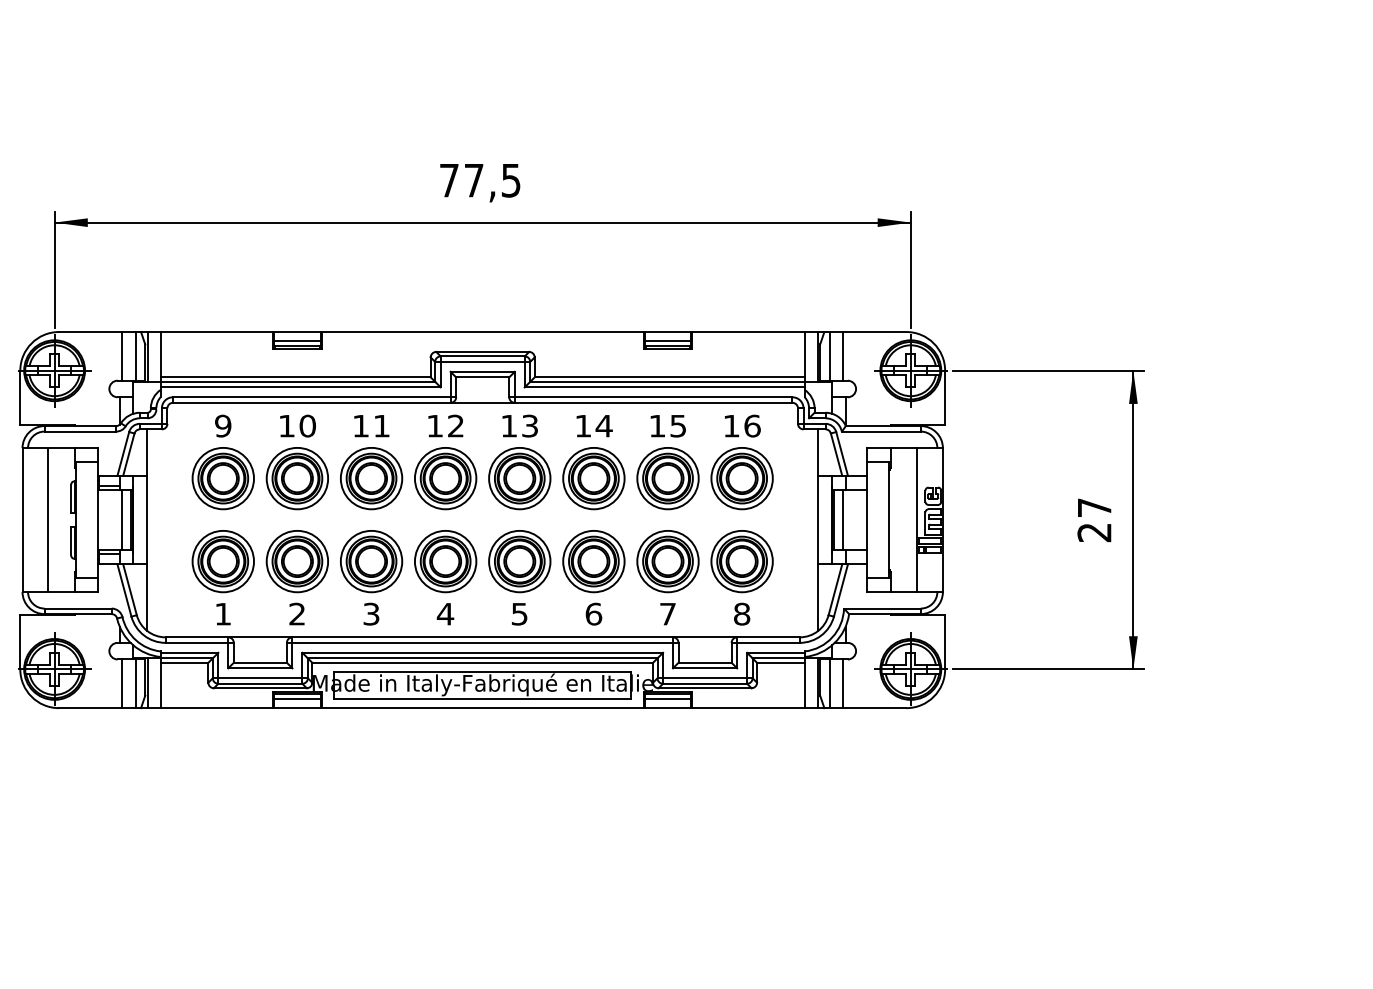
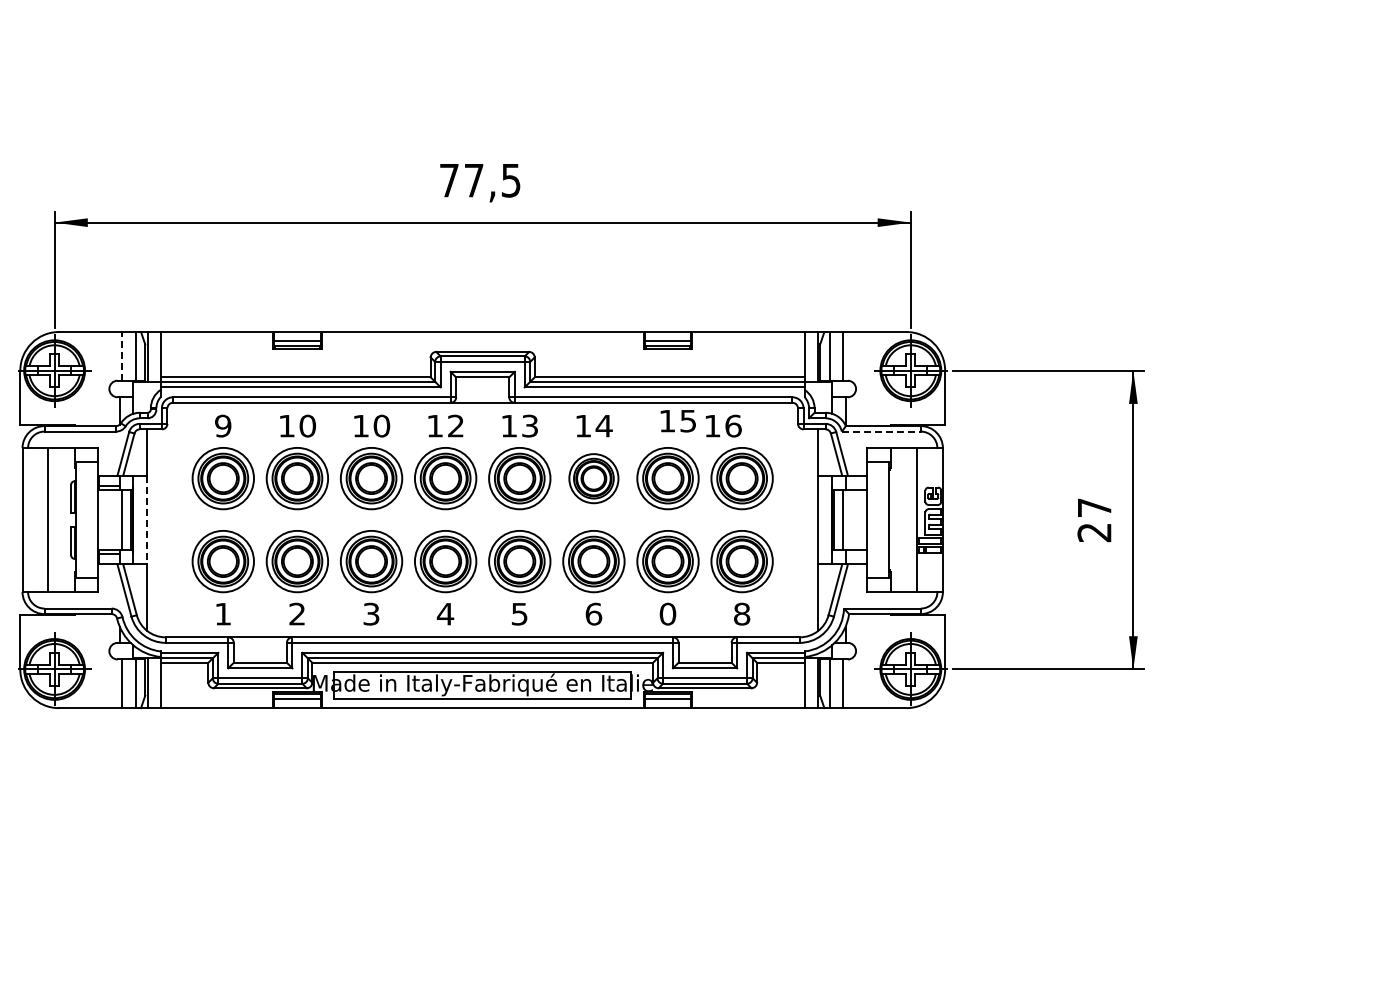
line at (122, 355): solid -> dashed
text at (381, 425): 11 -> 10
text at (742, 425) position: (742, 425) -> (723, 425)
text at (667, 426) position: (667, 426) -> (677, 421)
line at (881, 431): solid -> dashed
part at (593, 478) size: 64x64 px -> 52x52 px
line at (146, 520): solid -> dashed
text at (667, 613): 7 -> 0
